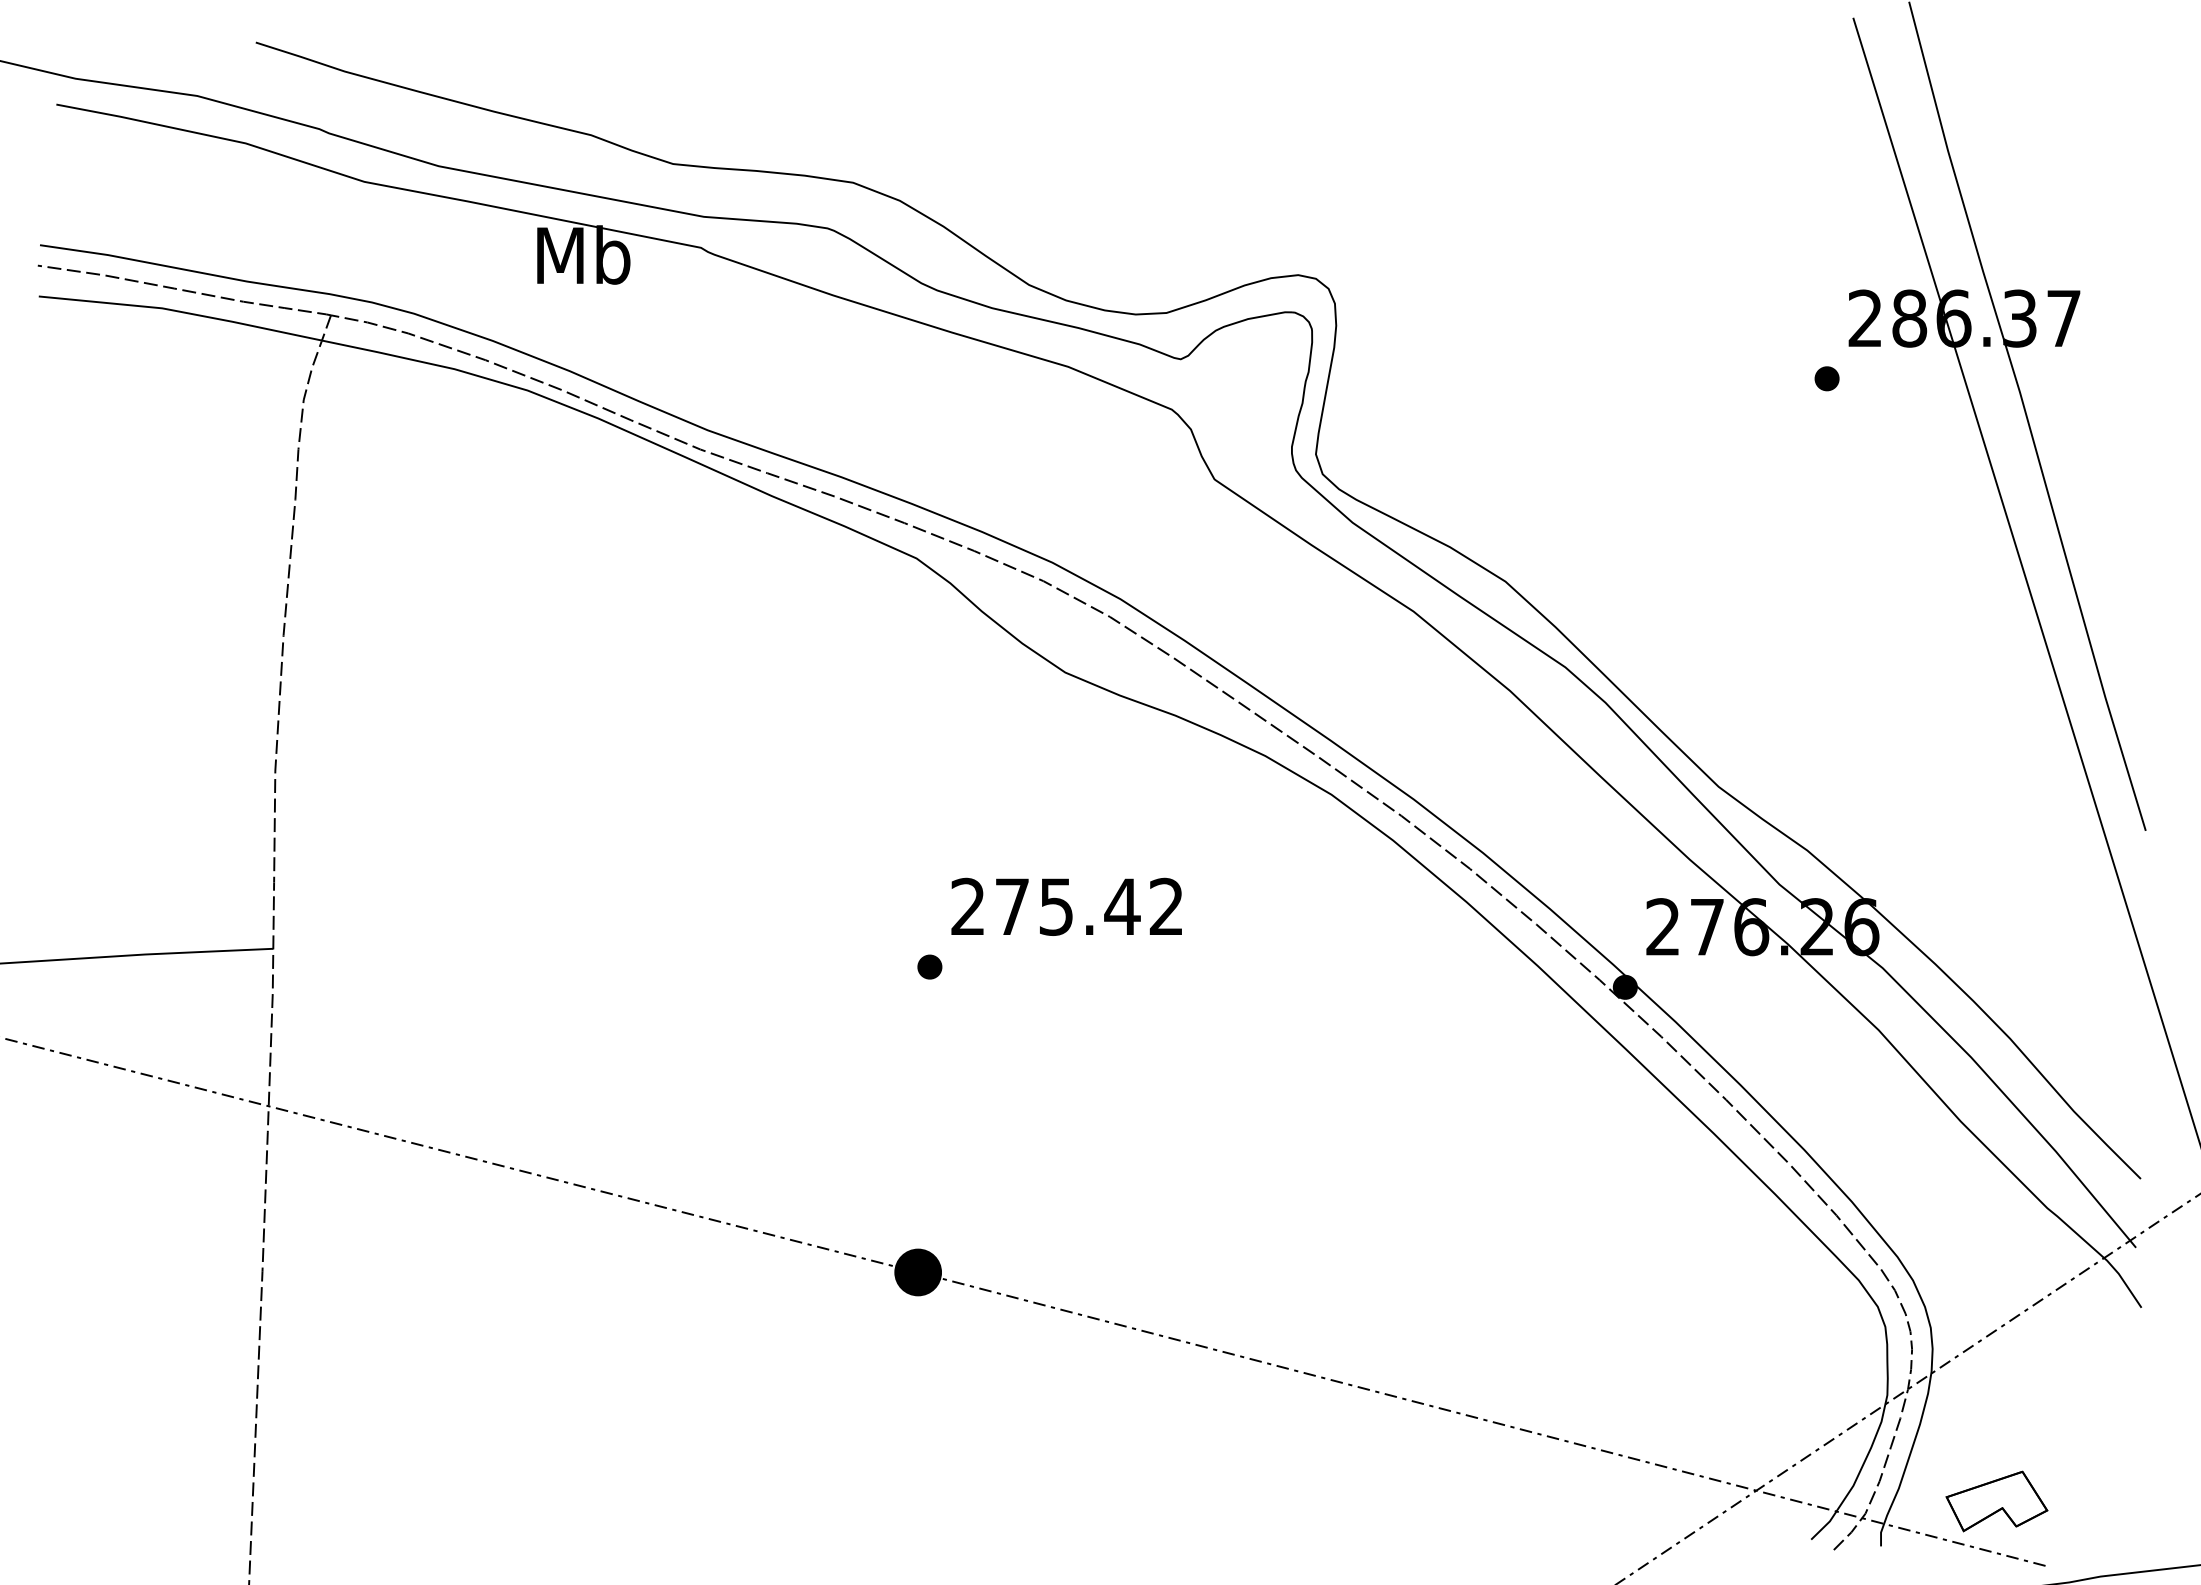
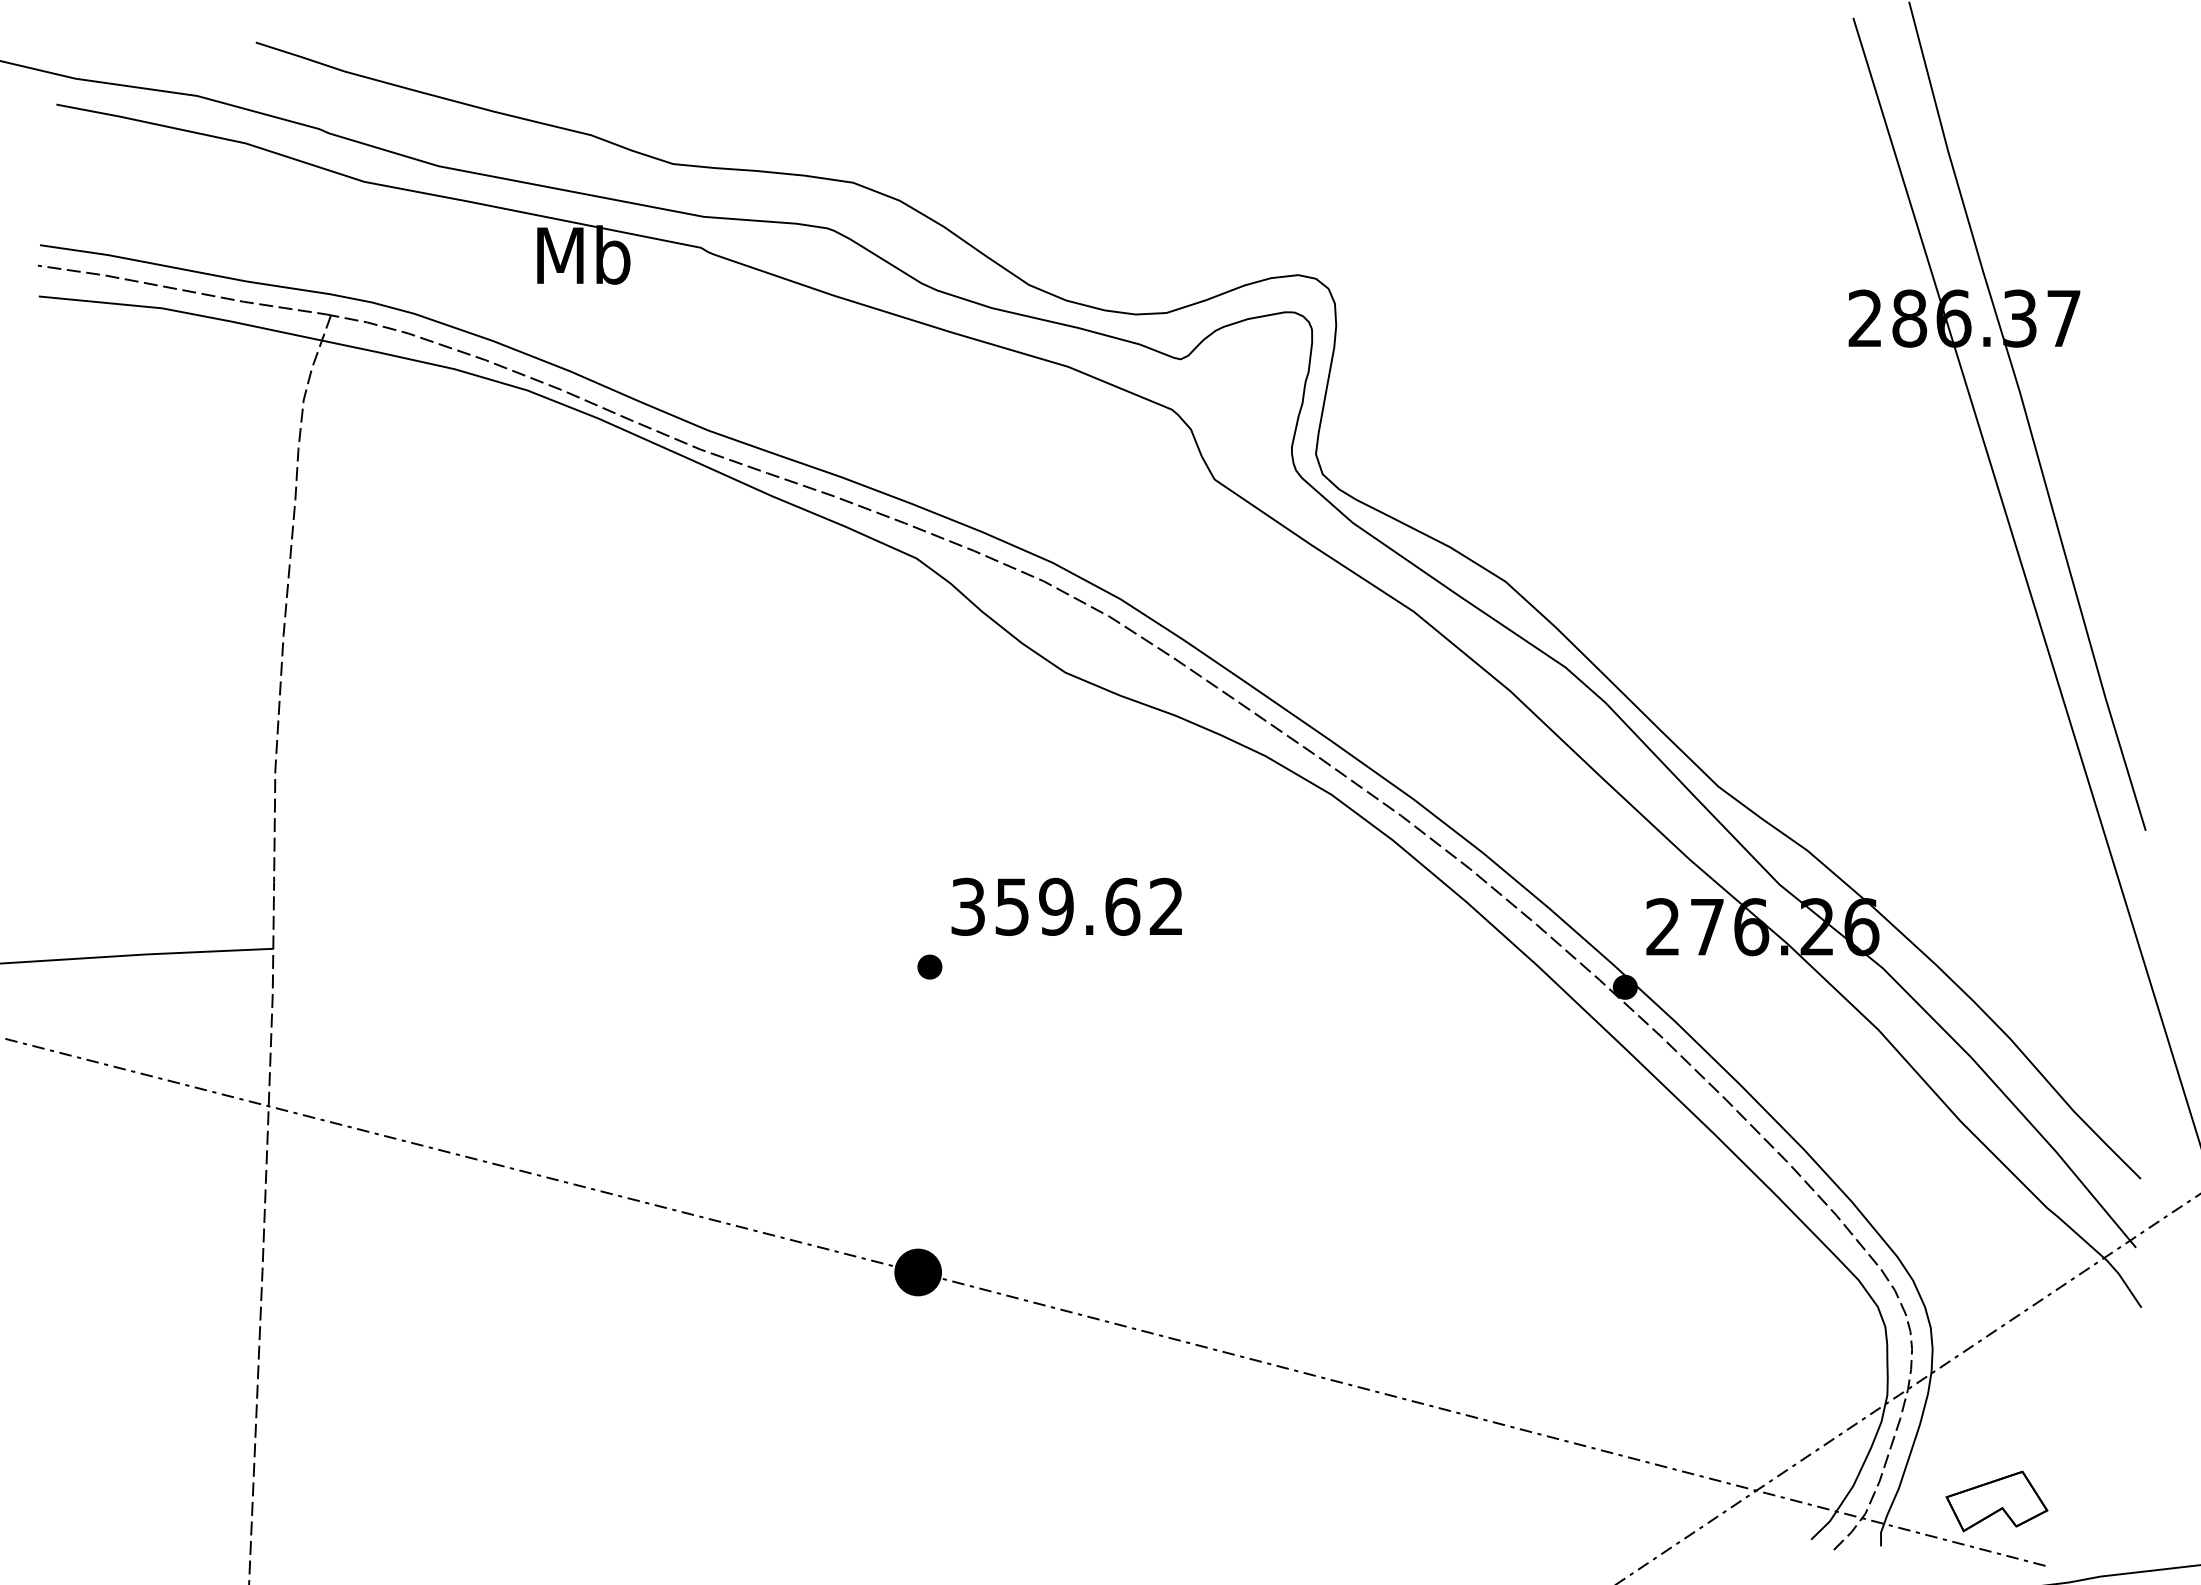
part at (1826, 378): present -> none
text at (1045, 906): 275.42 -> 359.62
